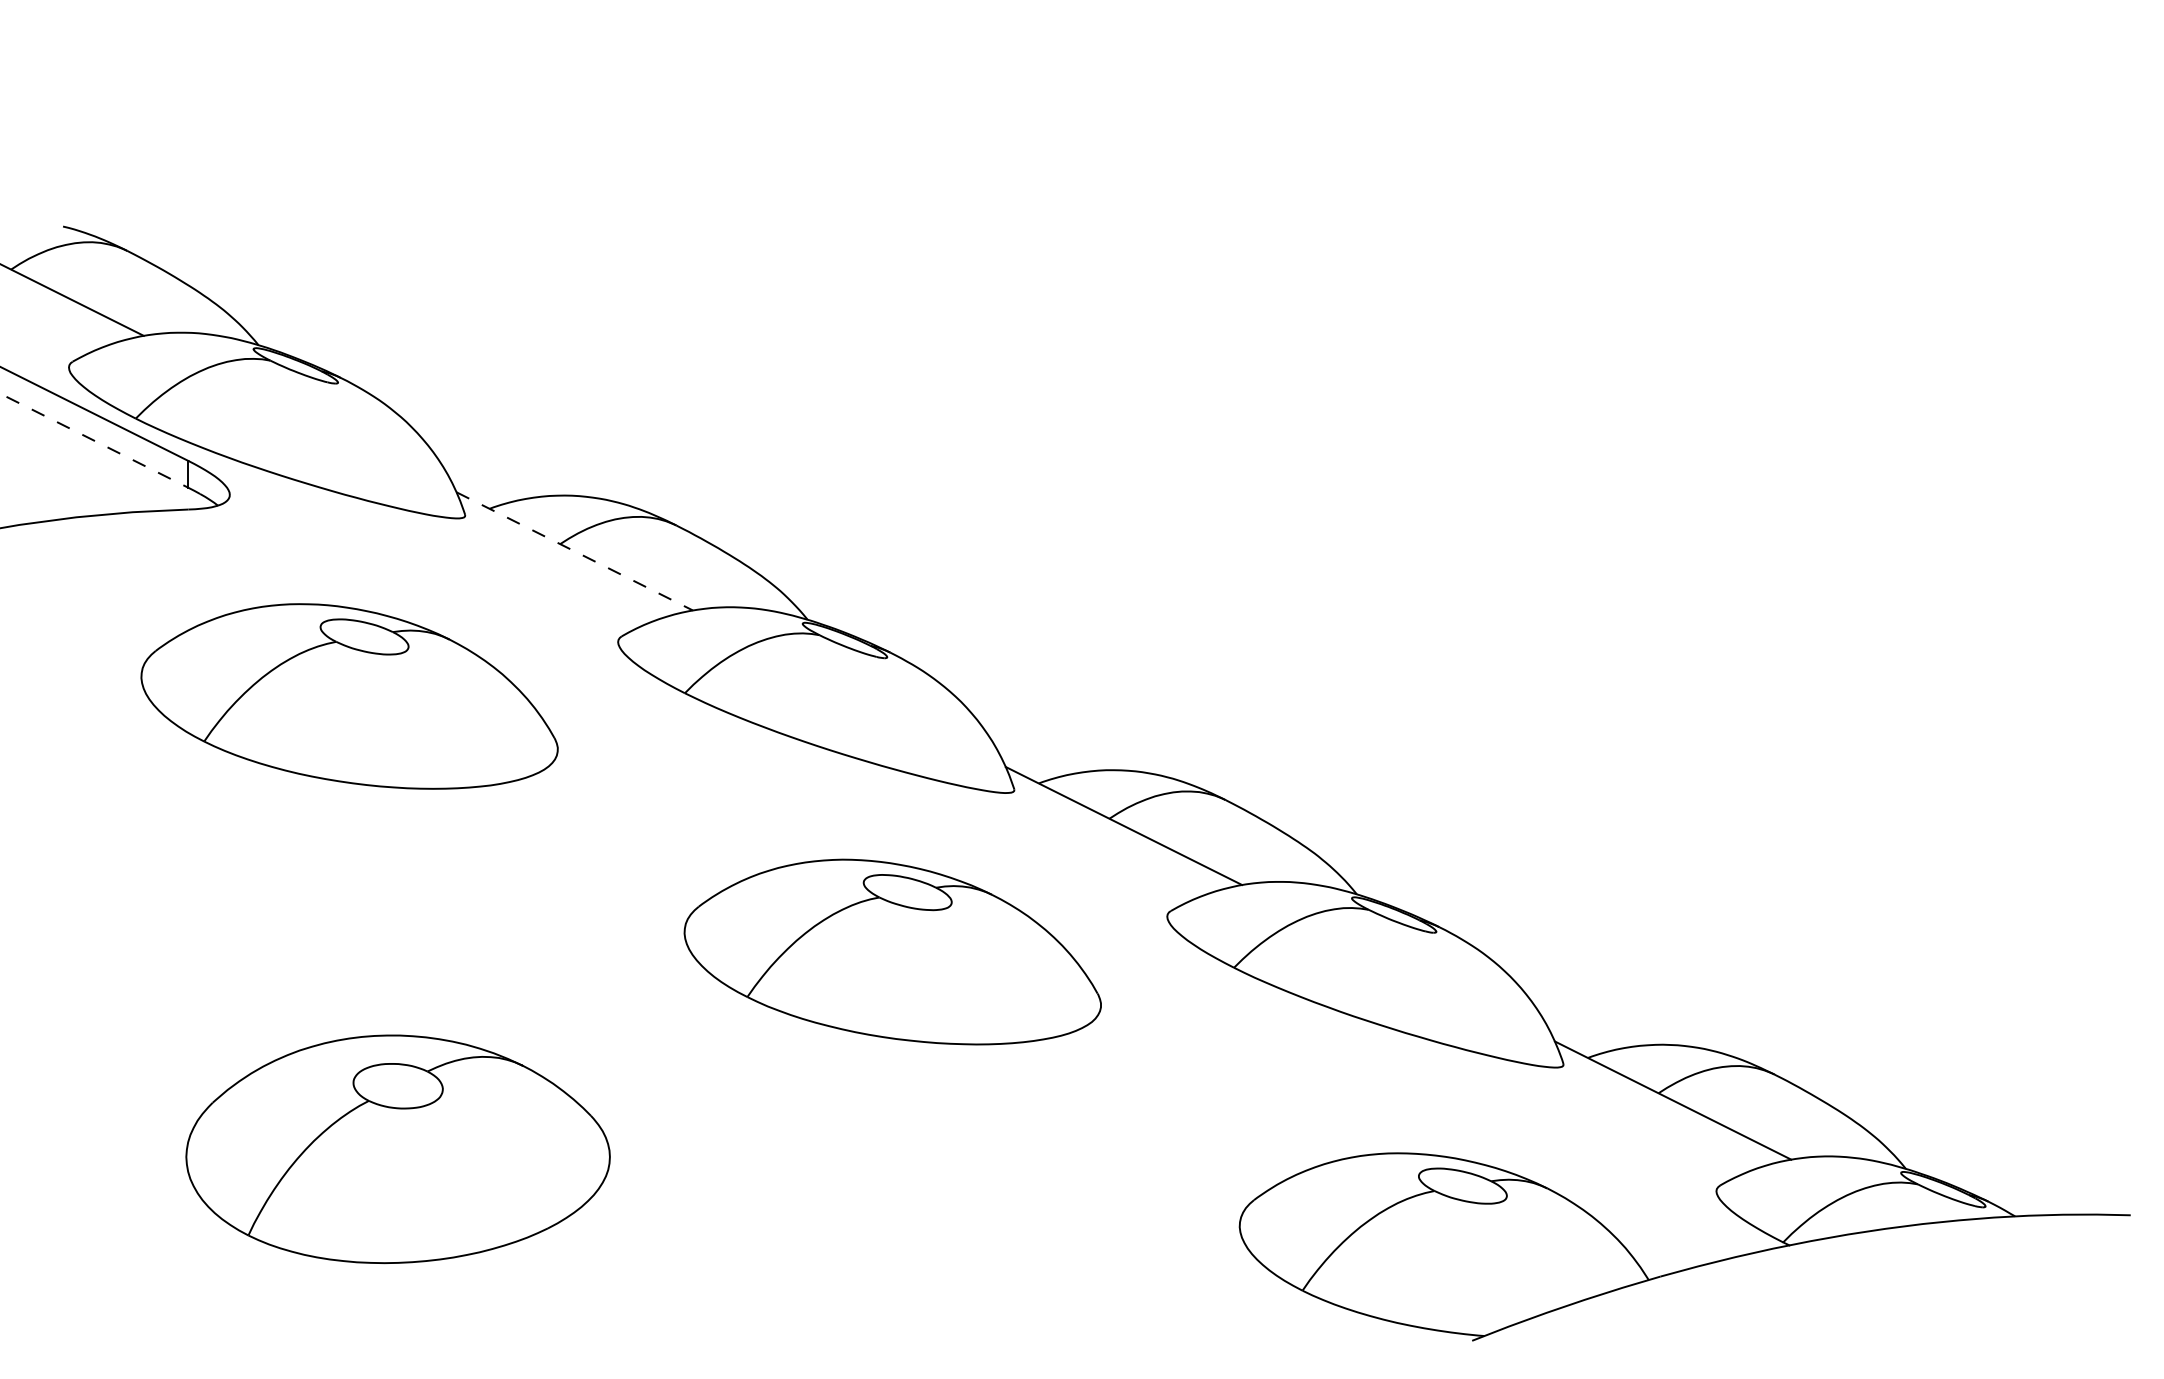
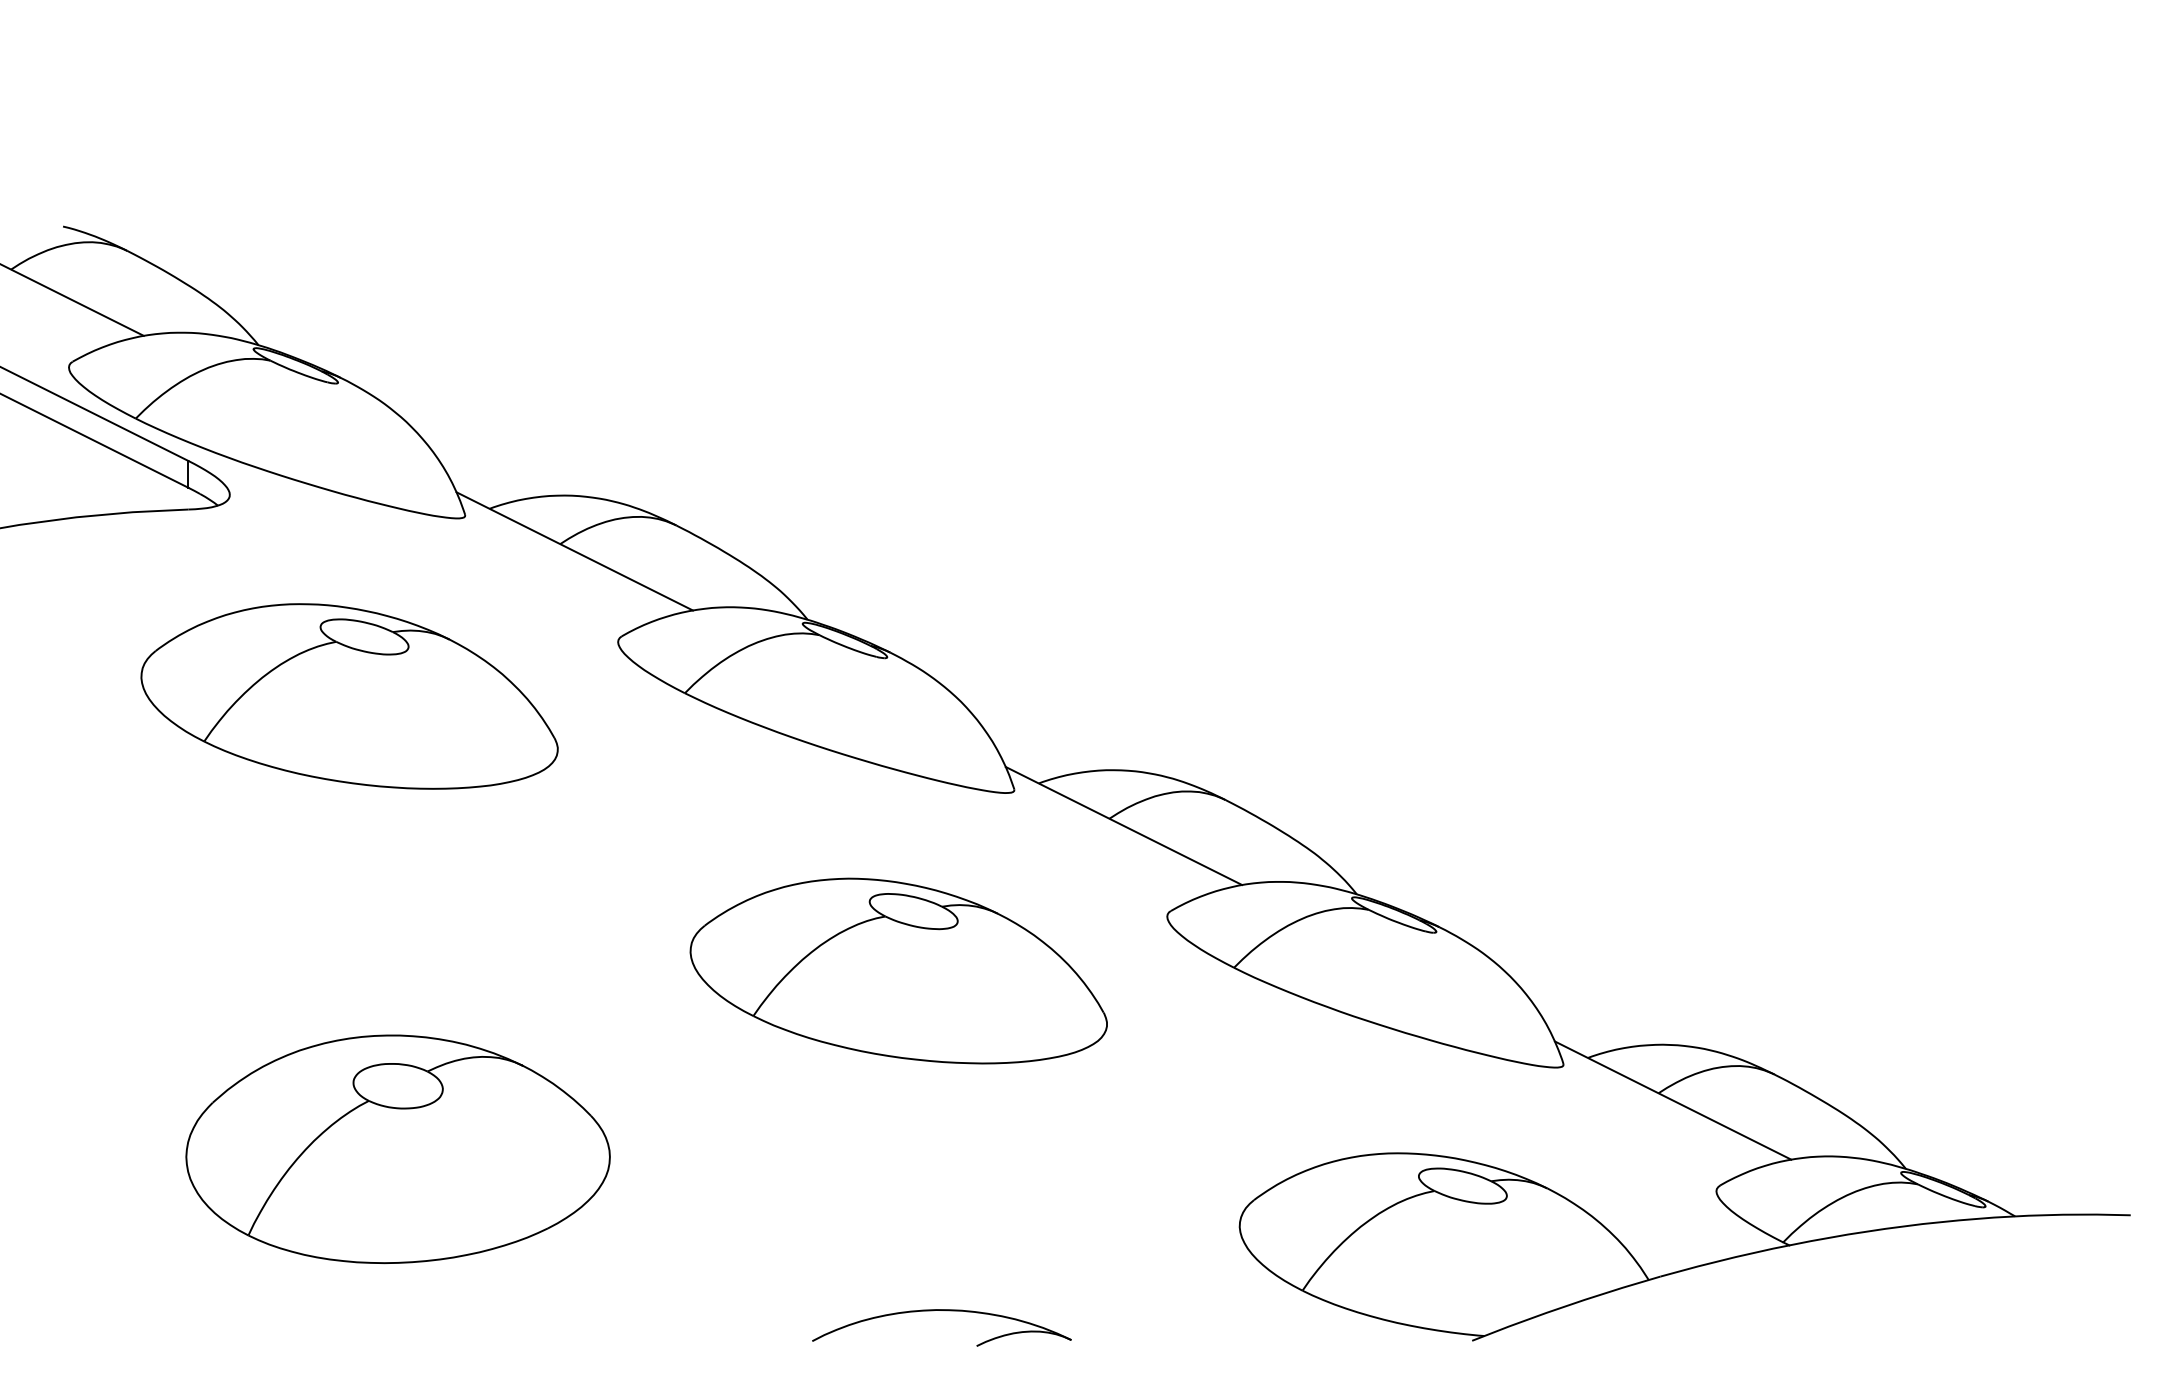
line at (94, 440): dashed -> solid
line at (575, 551): dashed -> solid
part at (892, 951) position: (892, 951) -> (898, 970)
part at (946, 1311): none -> present
